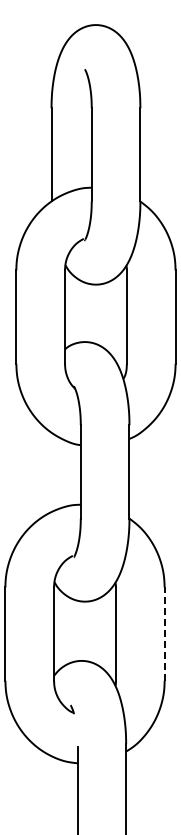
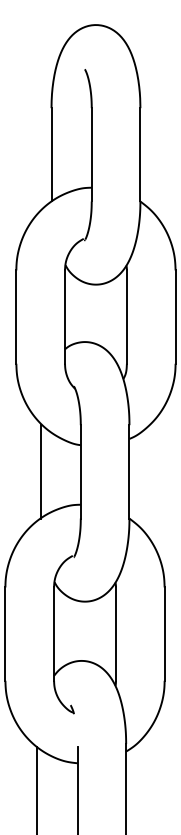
line at (40, 471): none -> present
line at (164, 634): dashed -> solid
line at (37, 788): none -> present
